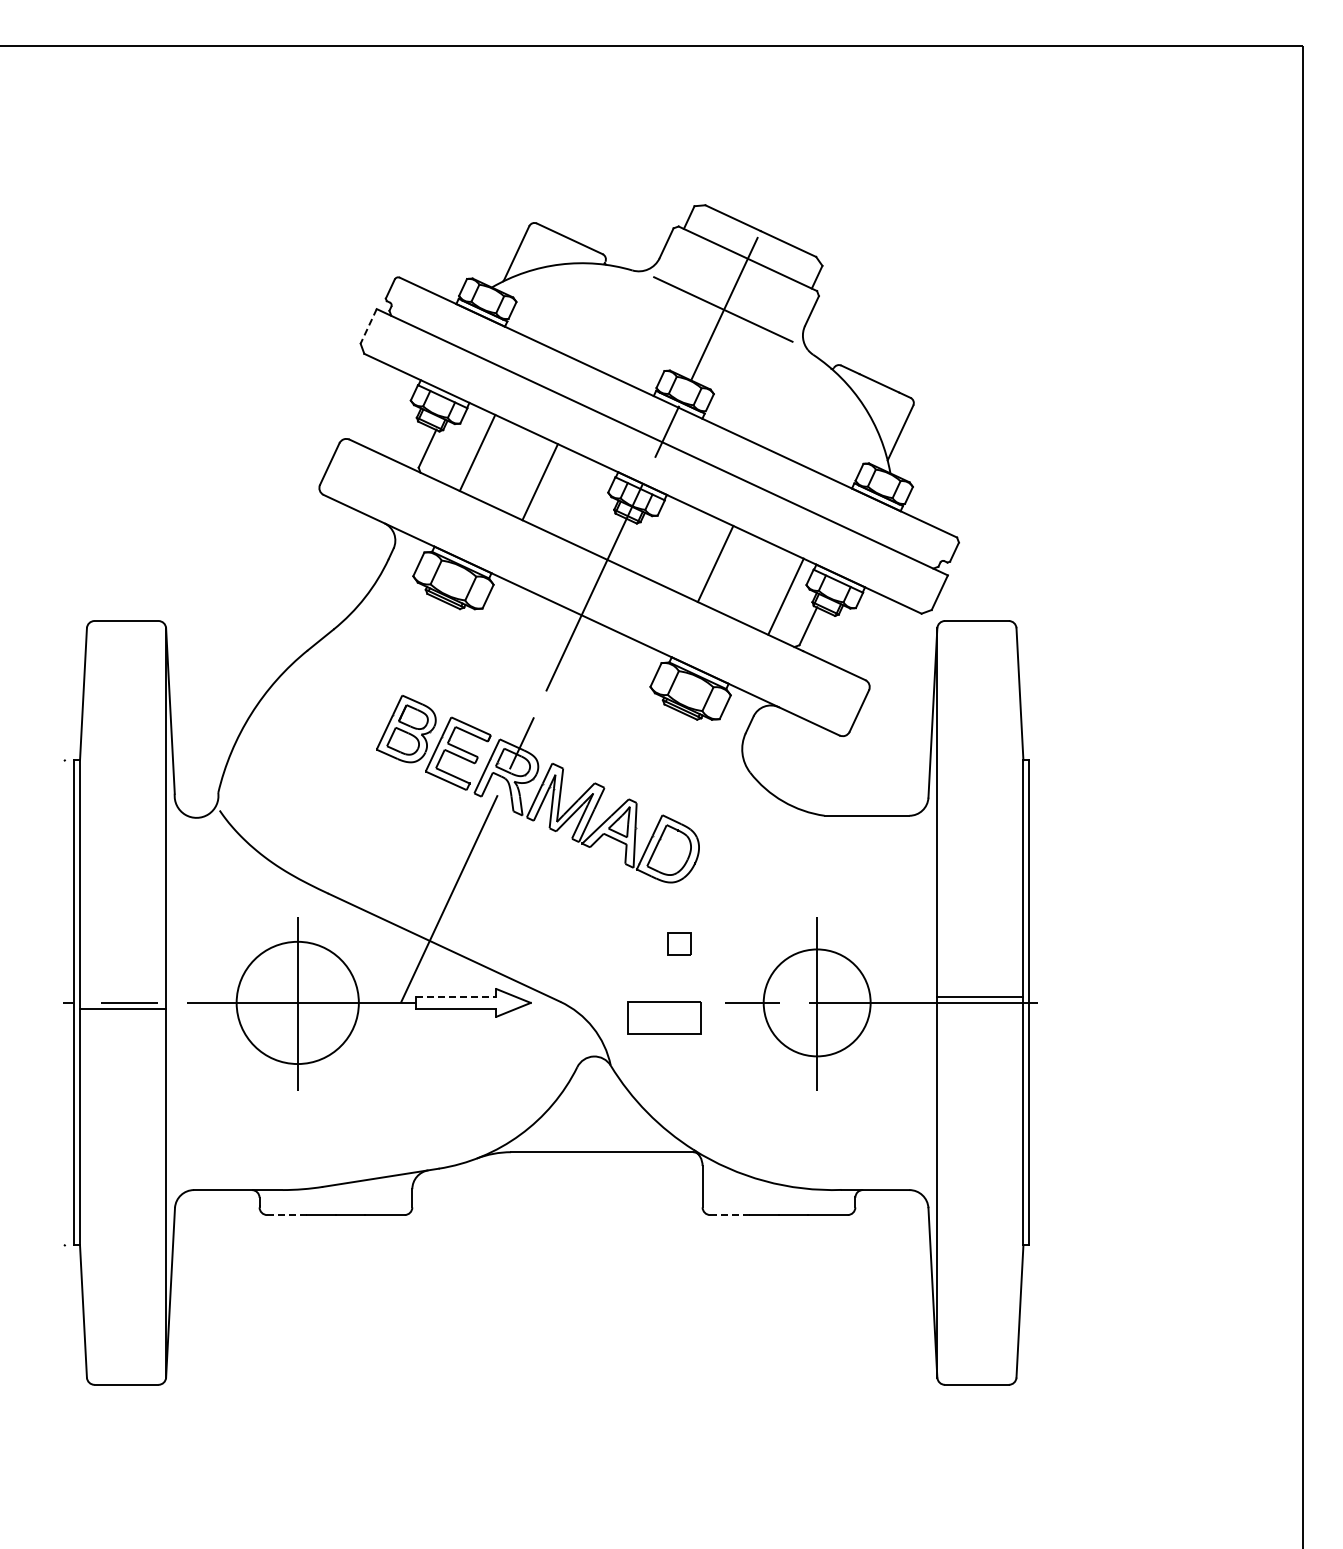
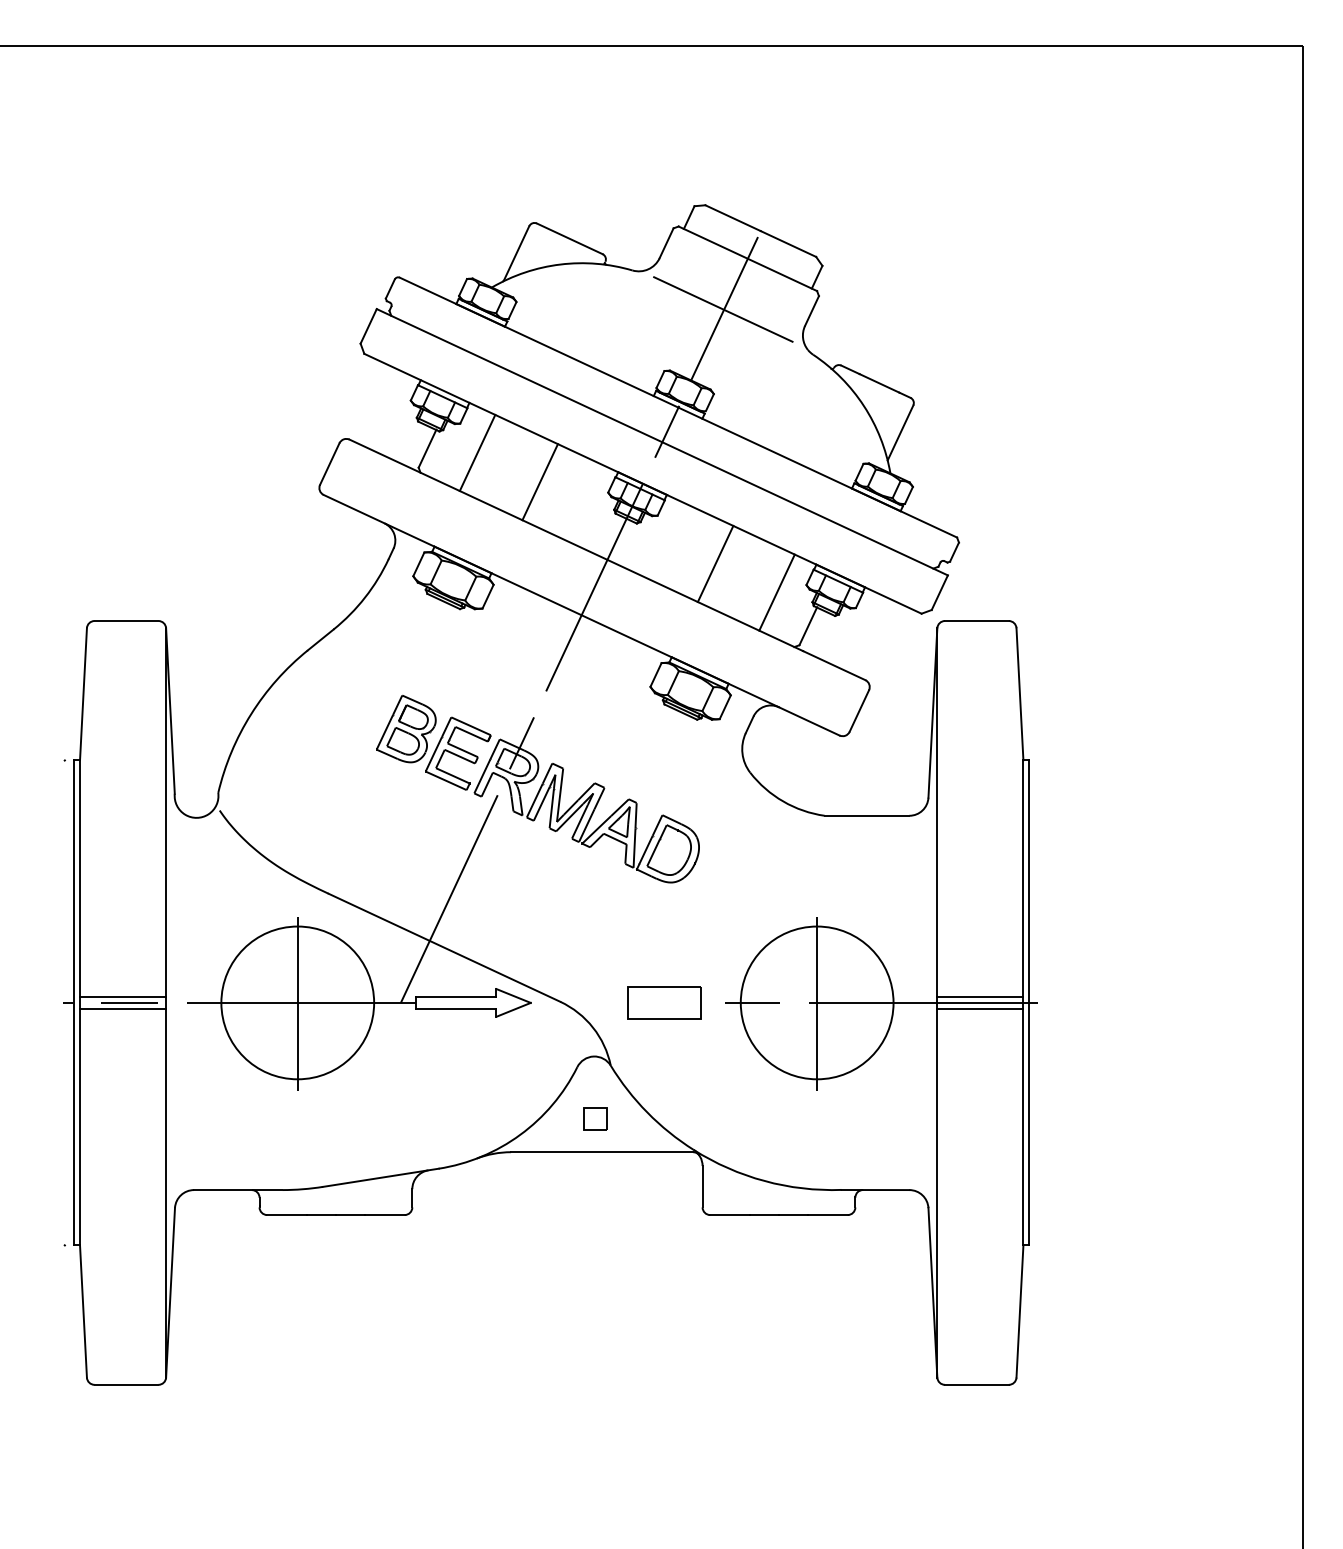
line at (368, 326): dashed -> solid
line at (785, 596) position: (785, 596) -> (776, 592)
part at (679, 943) position: (679, 943) -> (595, 1118)
line at (123, 997): none -> present
line at (456, 997): dashed -> solid
circle at (297, 1002) diameter: 122 px -> 153 px
circle at (816, 1002) diameter: 107 px -> 153 px
line at (980, 1008): none -> present
part at (664, 1017) position: (664, 1017) -> (664, 1002)
line at (286, 1215): dashed -> solid
line at (729, 1215): dashed -> solid
